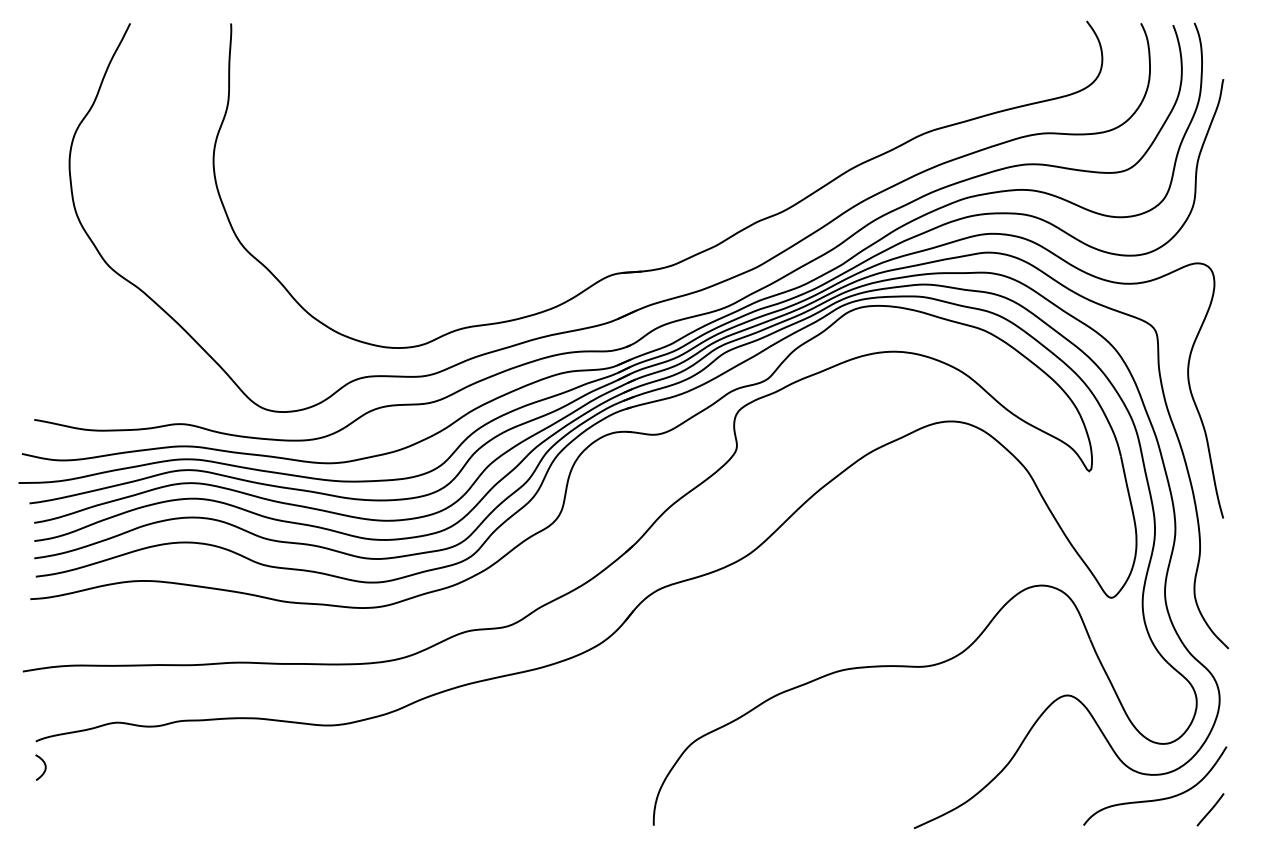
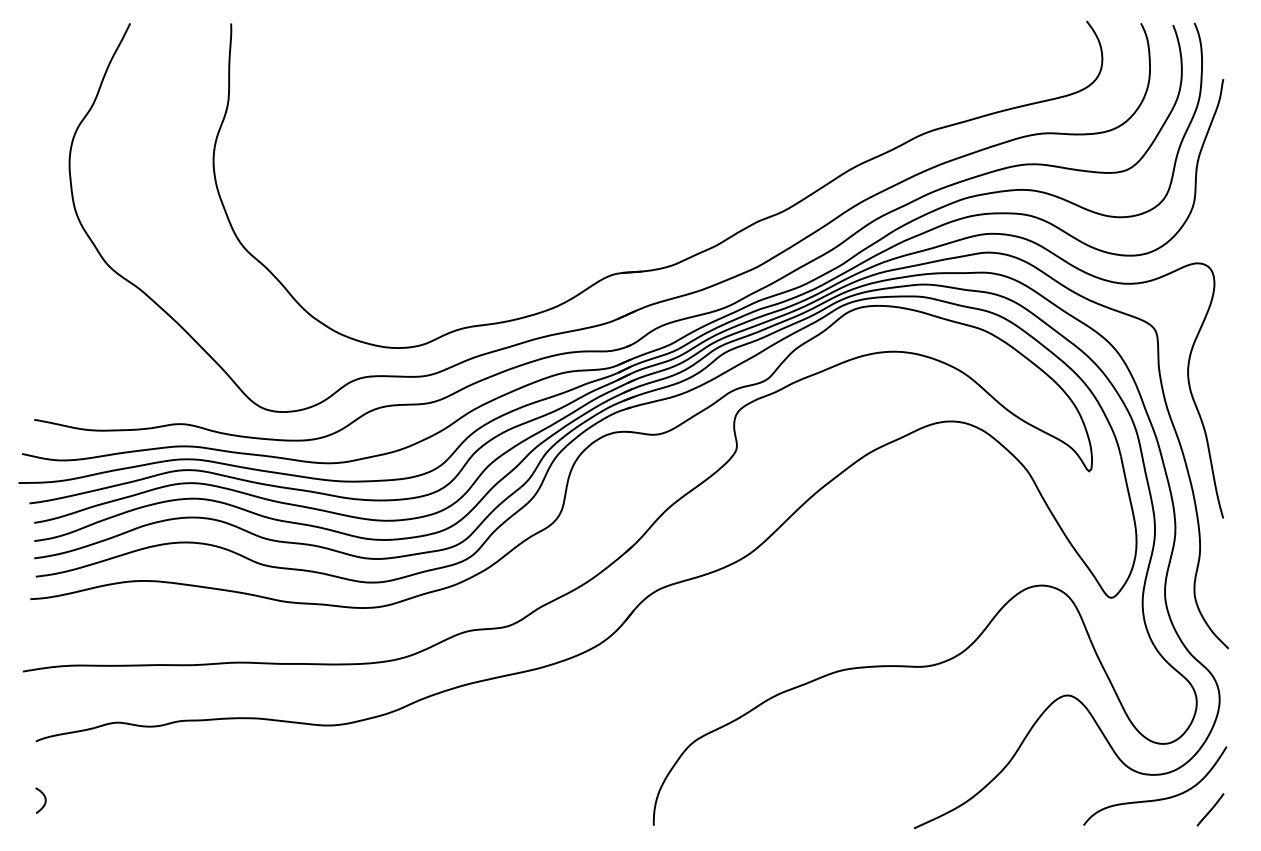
curve at (44, 767) position: (44, 767) -> (44, 800)
